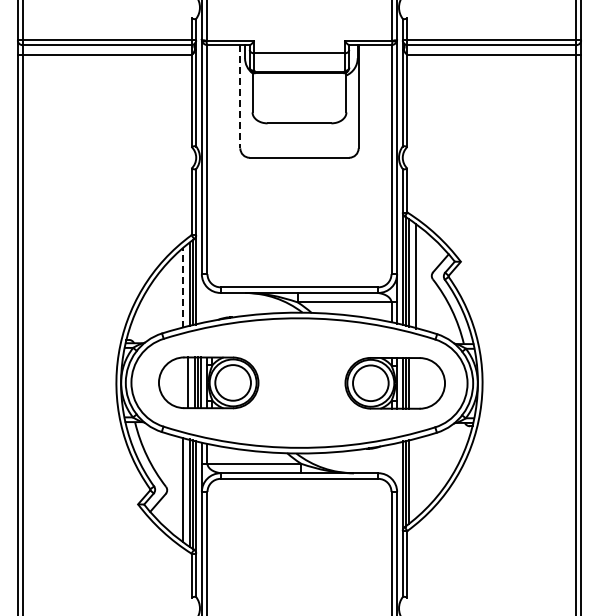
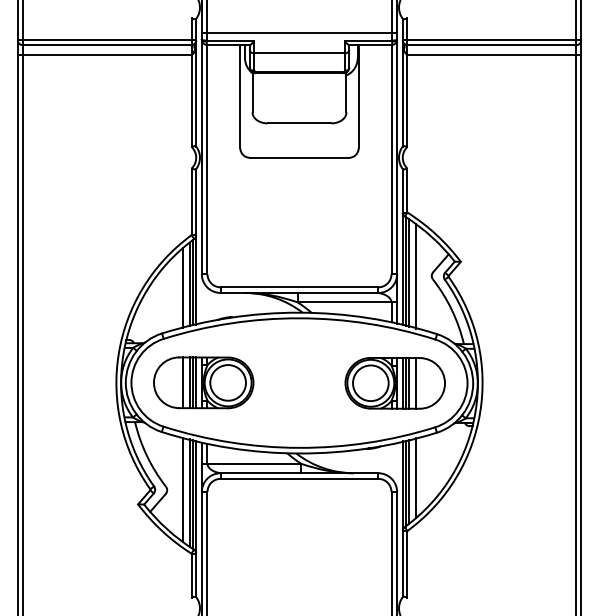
line at (299, 33): none -> present
line at (240, 96): dashed -> solid
line at (182, 287): dashed -> solid
part at (208, 382) position: (208, 382) -> (203, 382)
line at (416, 383): none -> present
line at (416, 478): none -> present
